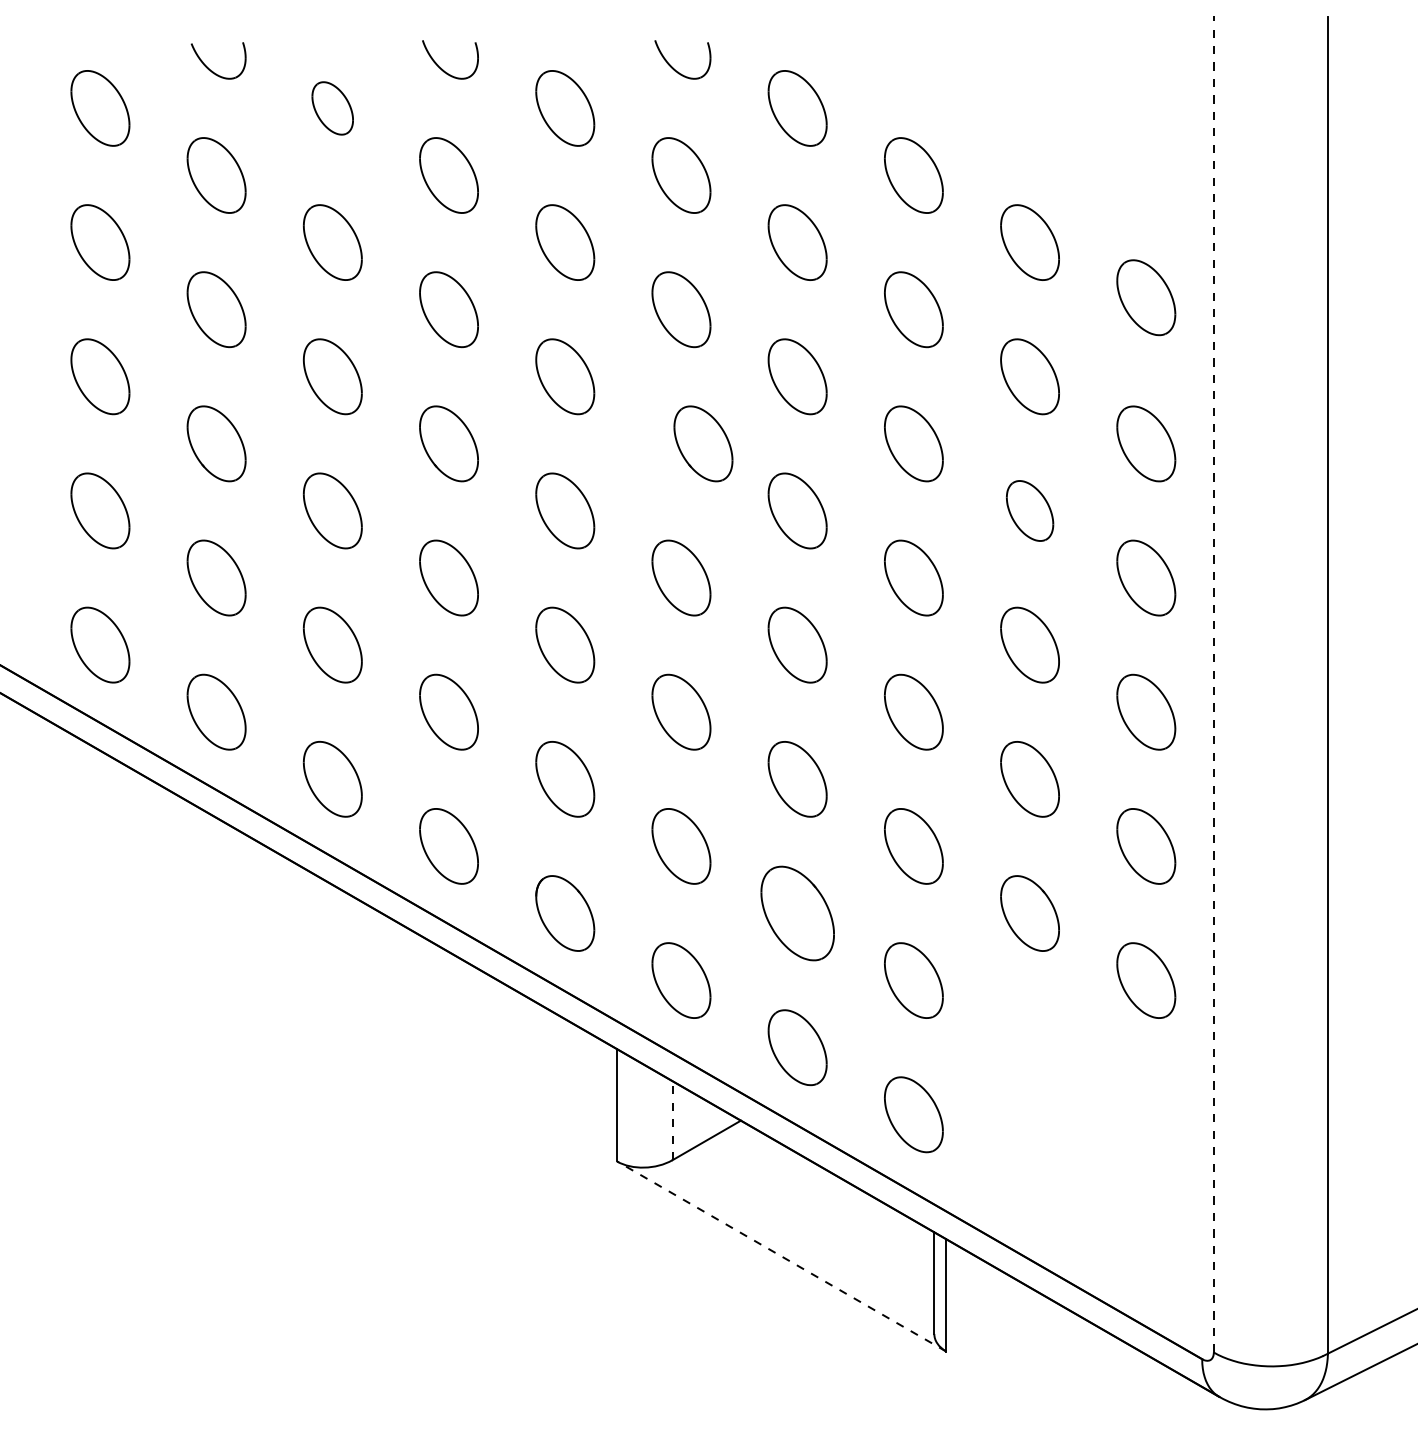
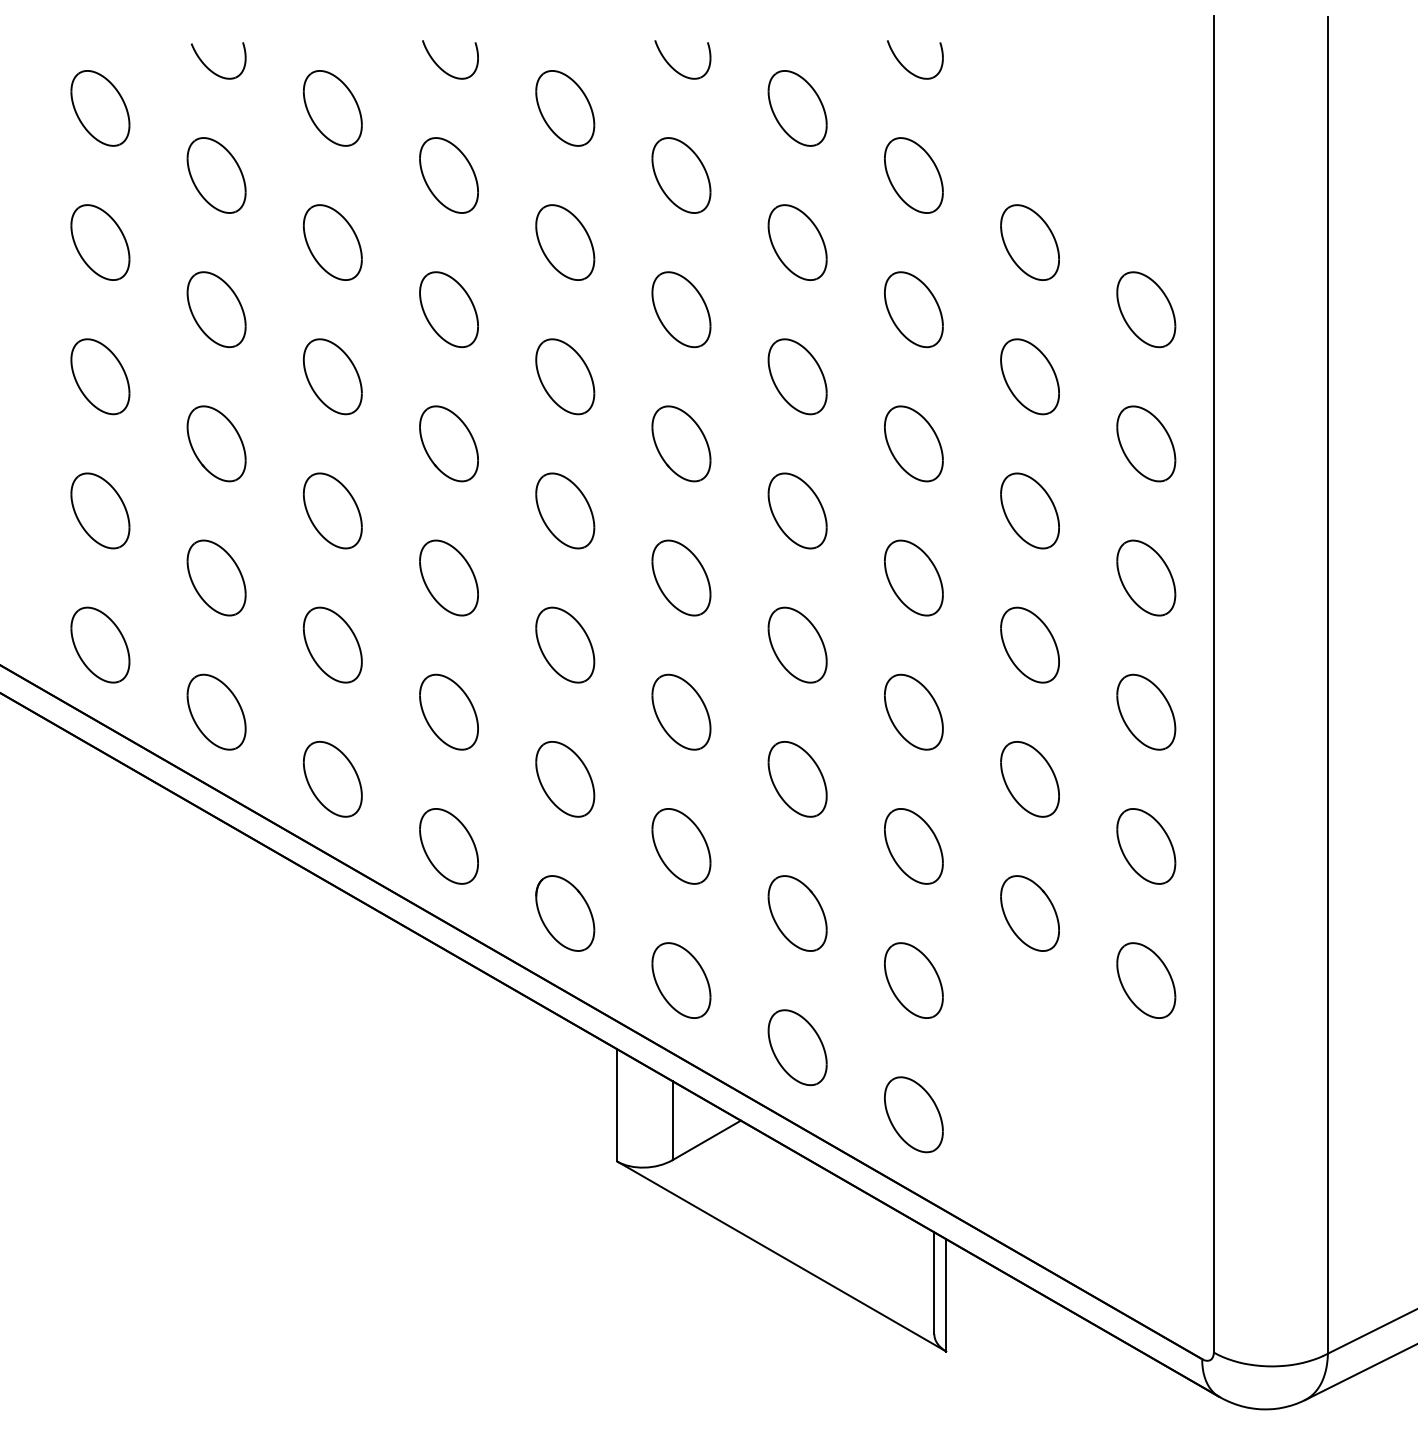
part at (909, 70): none -> present
part at (332, 108) size: 43x55 px -> 61x77 px
part at (1146, 297) position: (1146, 297) -> (1146, 309)
part at (703, 443) position: (703, 443) -> (681, 443)
part at (1030, 510) size: 49x62 px -> 60x78 px
line at (1213, 683): dashed -> solid
part at (797, 913) size: 75x97 px -> 61x77 px
line at (672, 1120): dashed -> solid
line at (781, 1256): dashed -> solid
